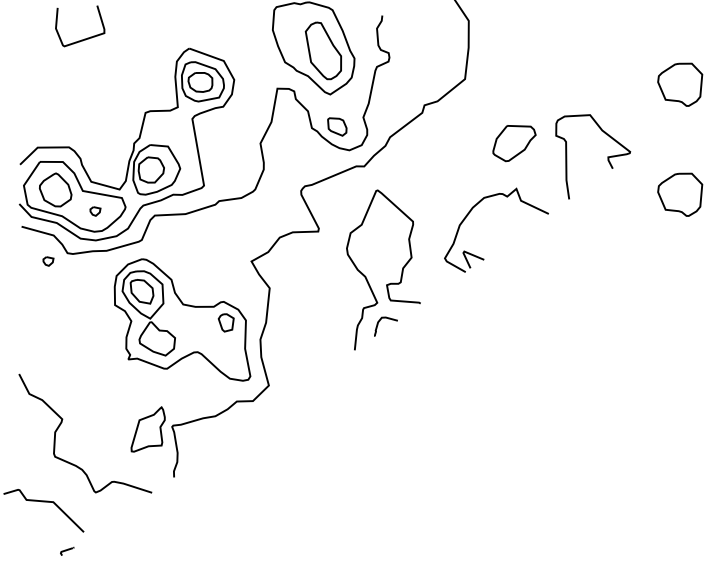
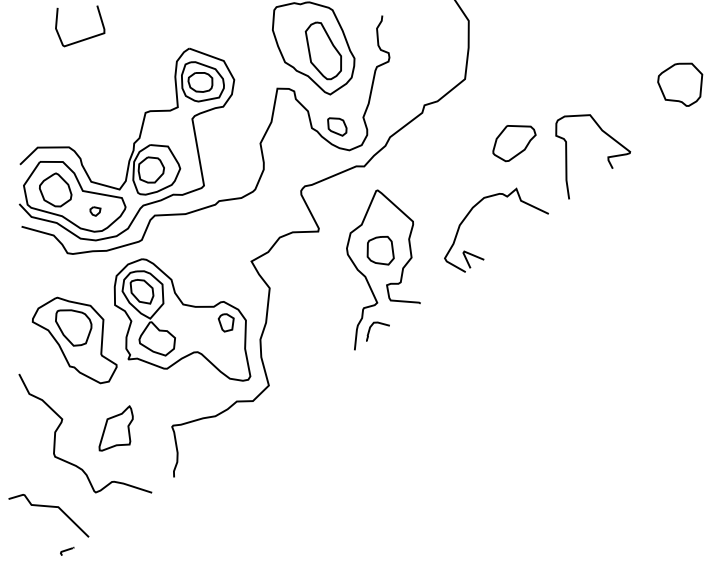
part at (680, 194): present -> none
part at (380, 250): none -> present
part at (48, 261): present -> none
curve at (380, 321) position: (380, 321) -> (372, 326)
part at (74, 340): none -> present
part at (147, 429) position: (147, 429) -> (115, 428)
curve at (43, 502) position: (43, 502) -> (48, 507)
